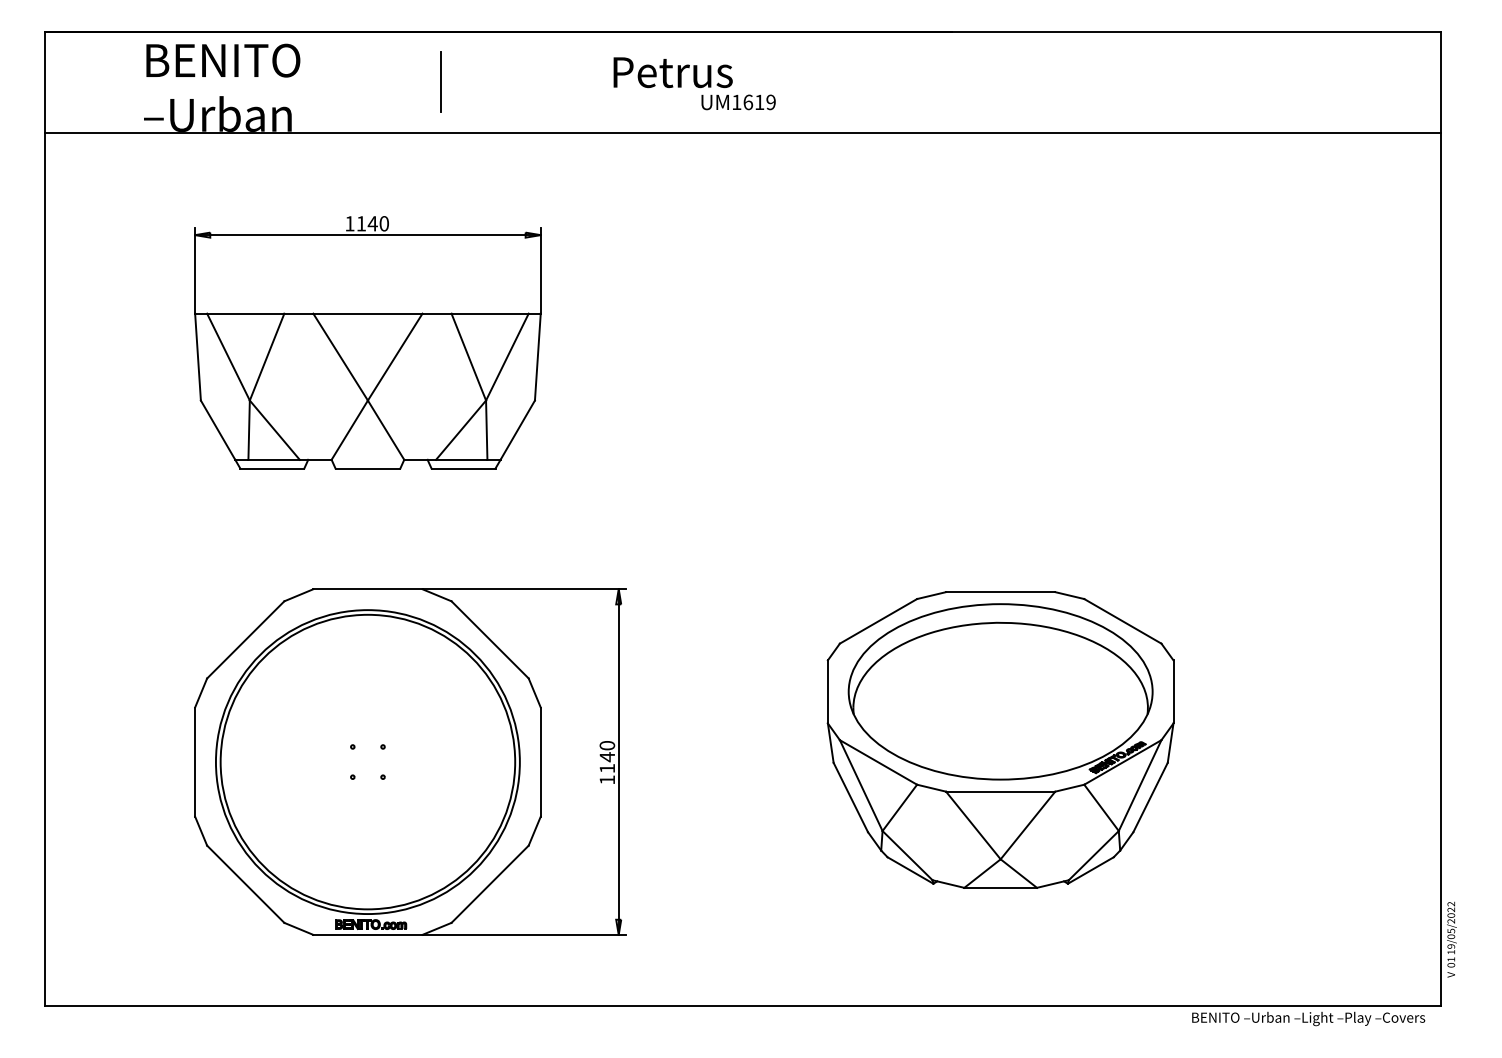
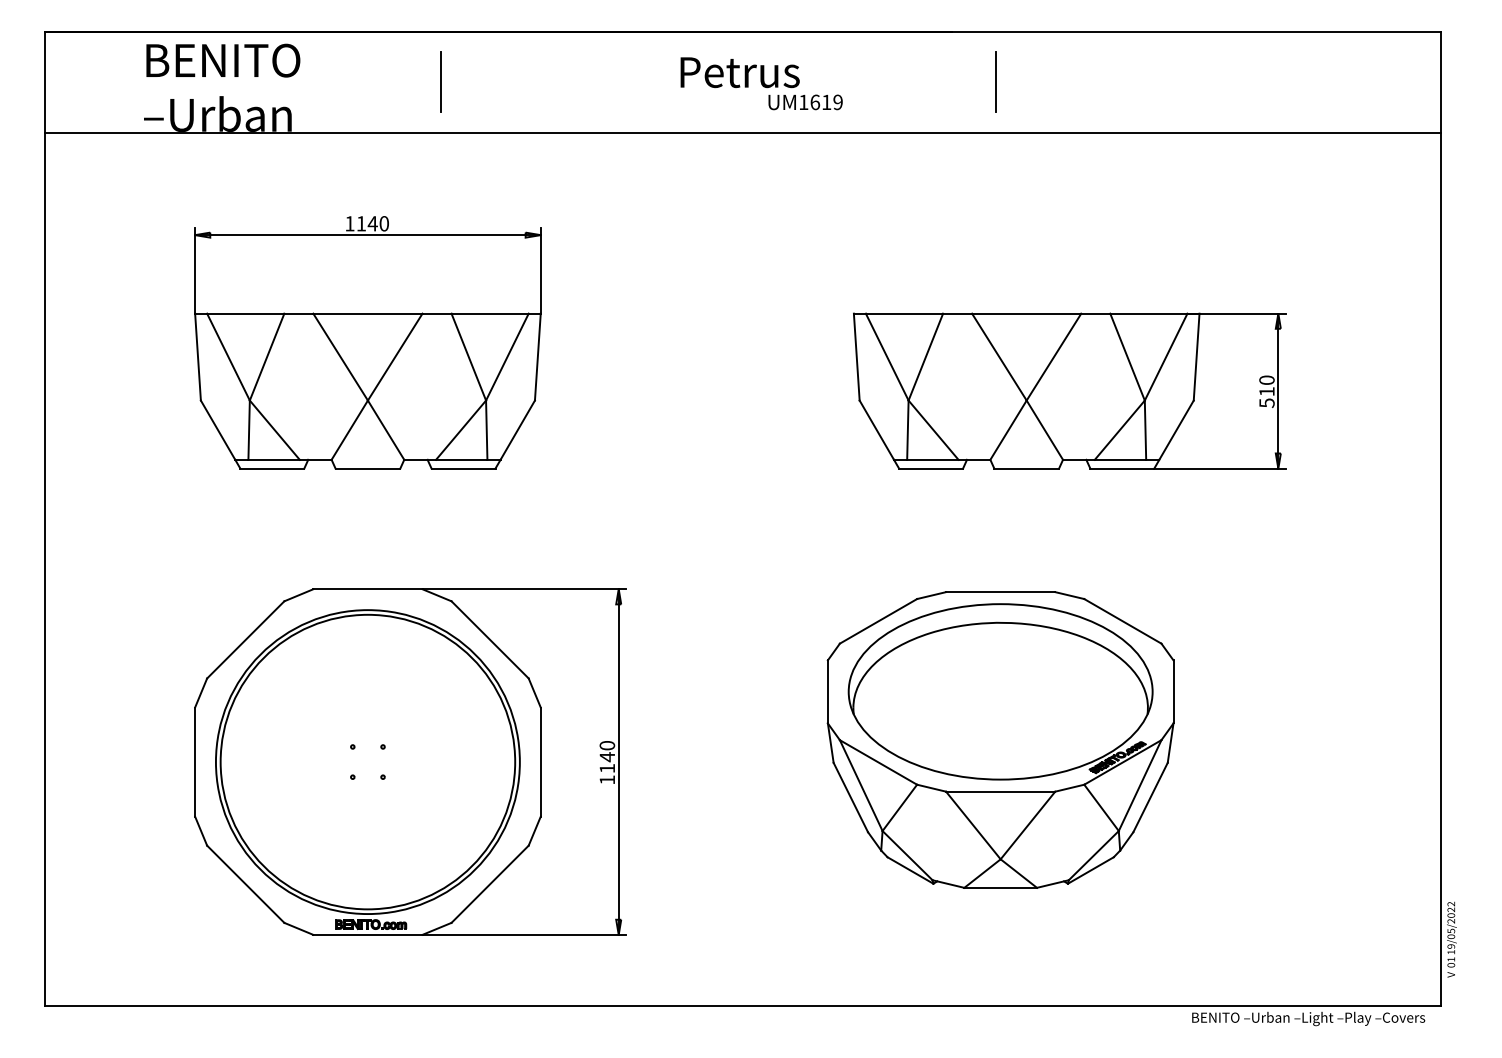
line at (995, 81): none -> present
text at (694, 83) position: (694, 83) -> (761, 83)
part at (1069, 390): none -> present
